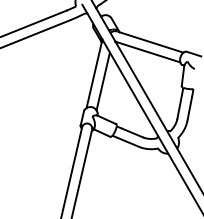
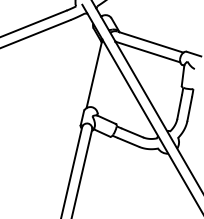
line at (102, 81): present -> none
